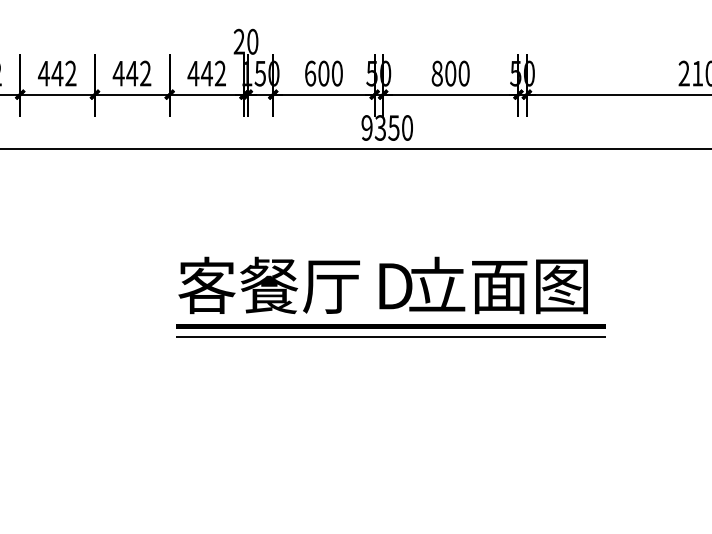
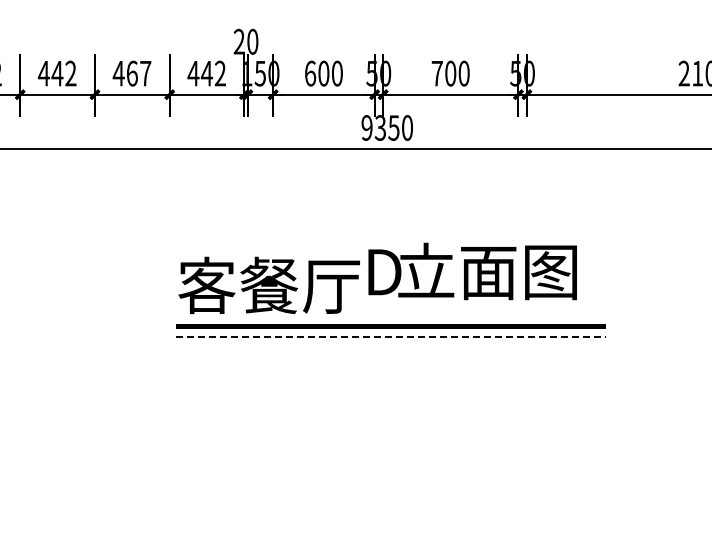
text at (138, 73): 442 -> 467
text at (436, 73): 800 -> 700
text at (483, 285) position: (483, 285) -> (472, 271)
line at (390, 337): solid -> dashed
